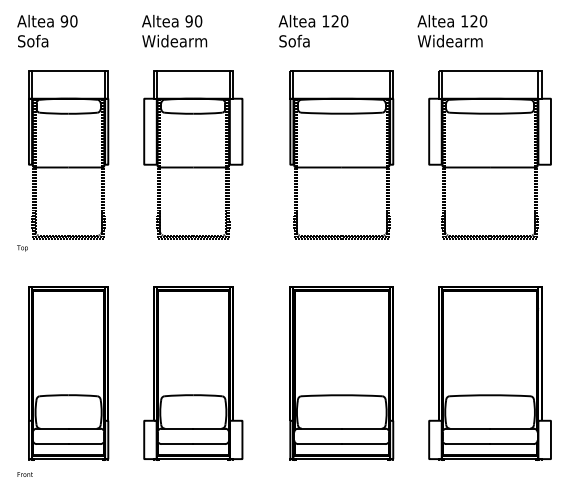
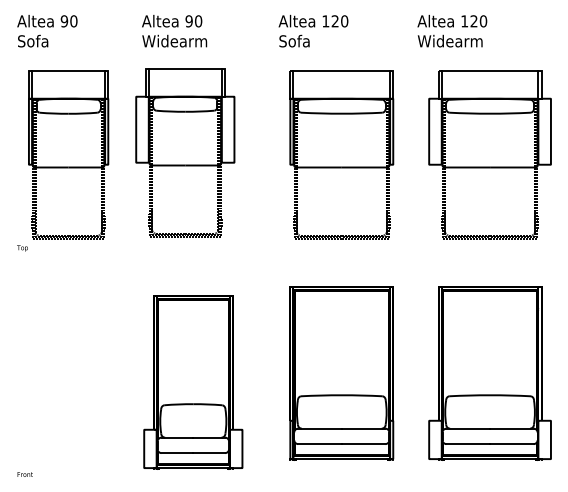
part at (193, 154) position: (193, 154) -> (185, 152)
part at (68, 373): present -> none
part at (193, 373) position: (193, 373) -> (193, 382)
